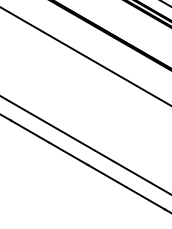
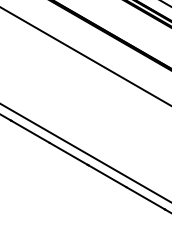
line at (85, 145) position: (85, 145) -> (85, 152)
